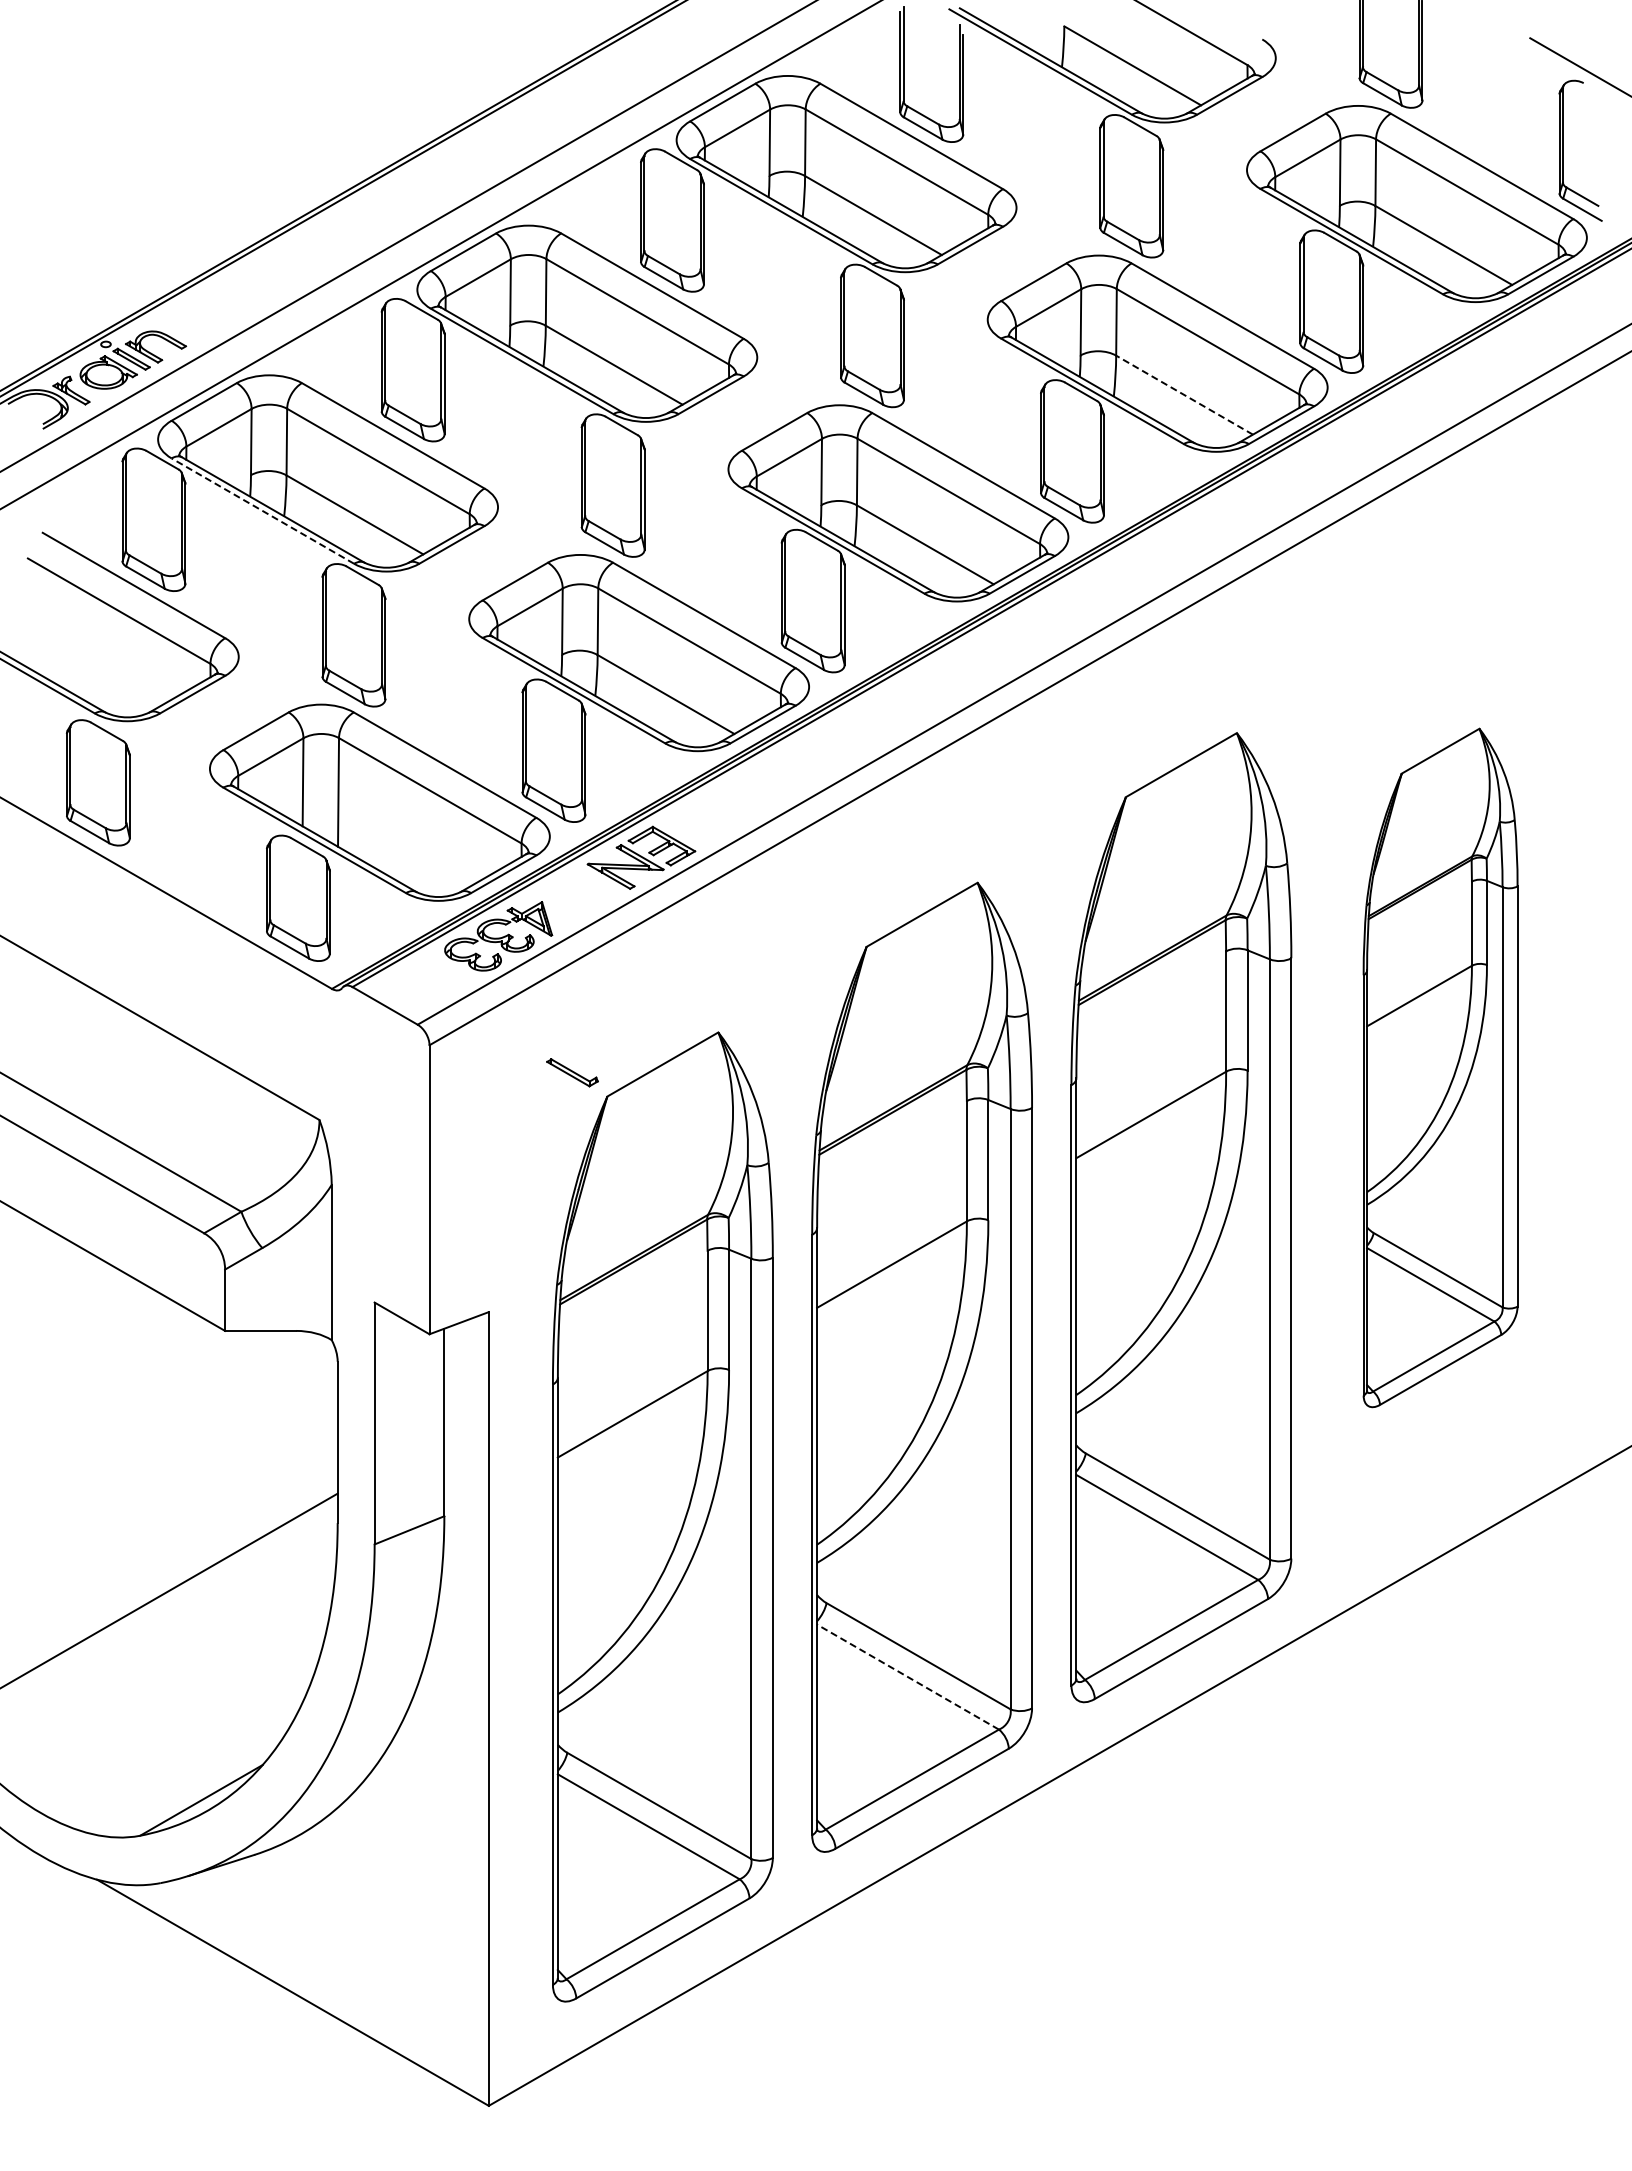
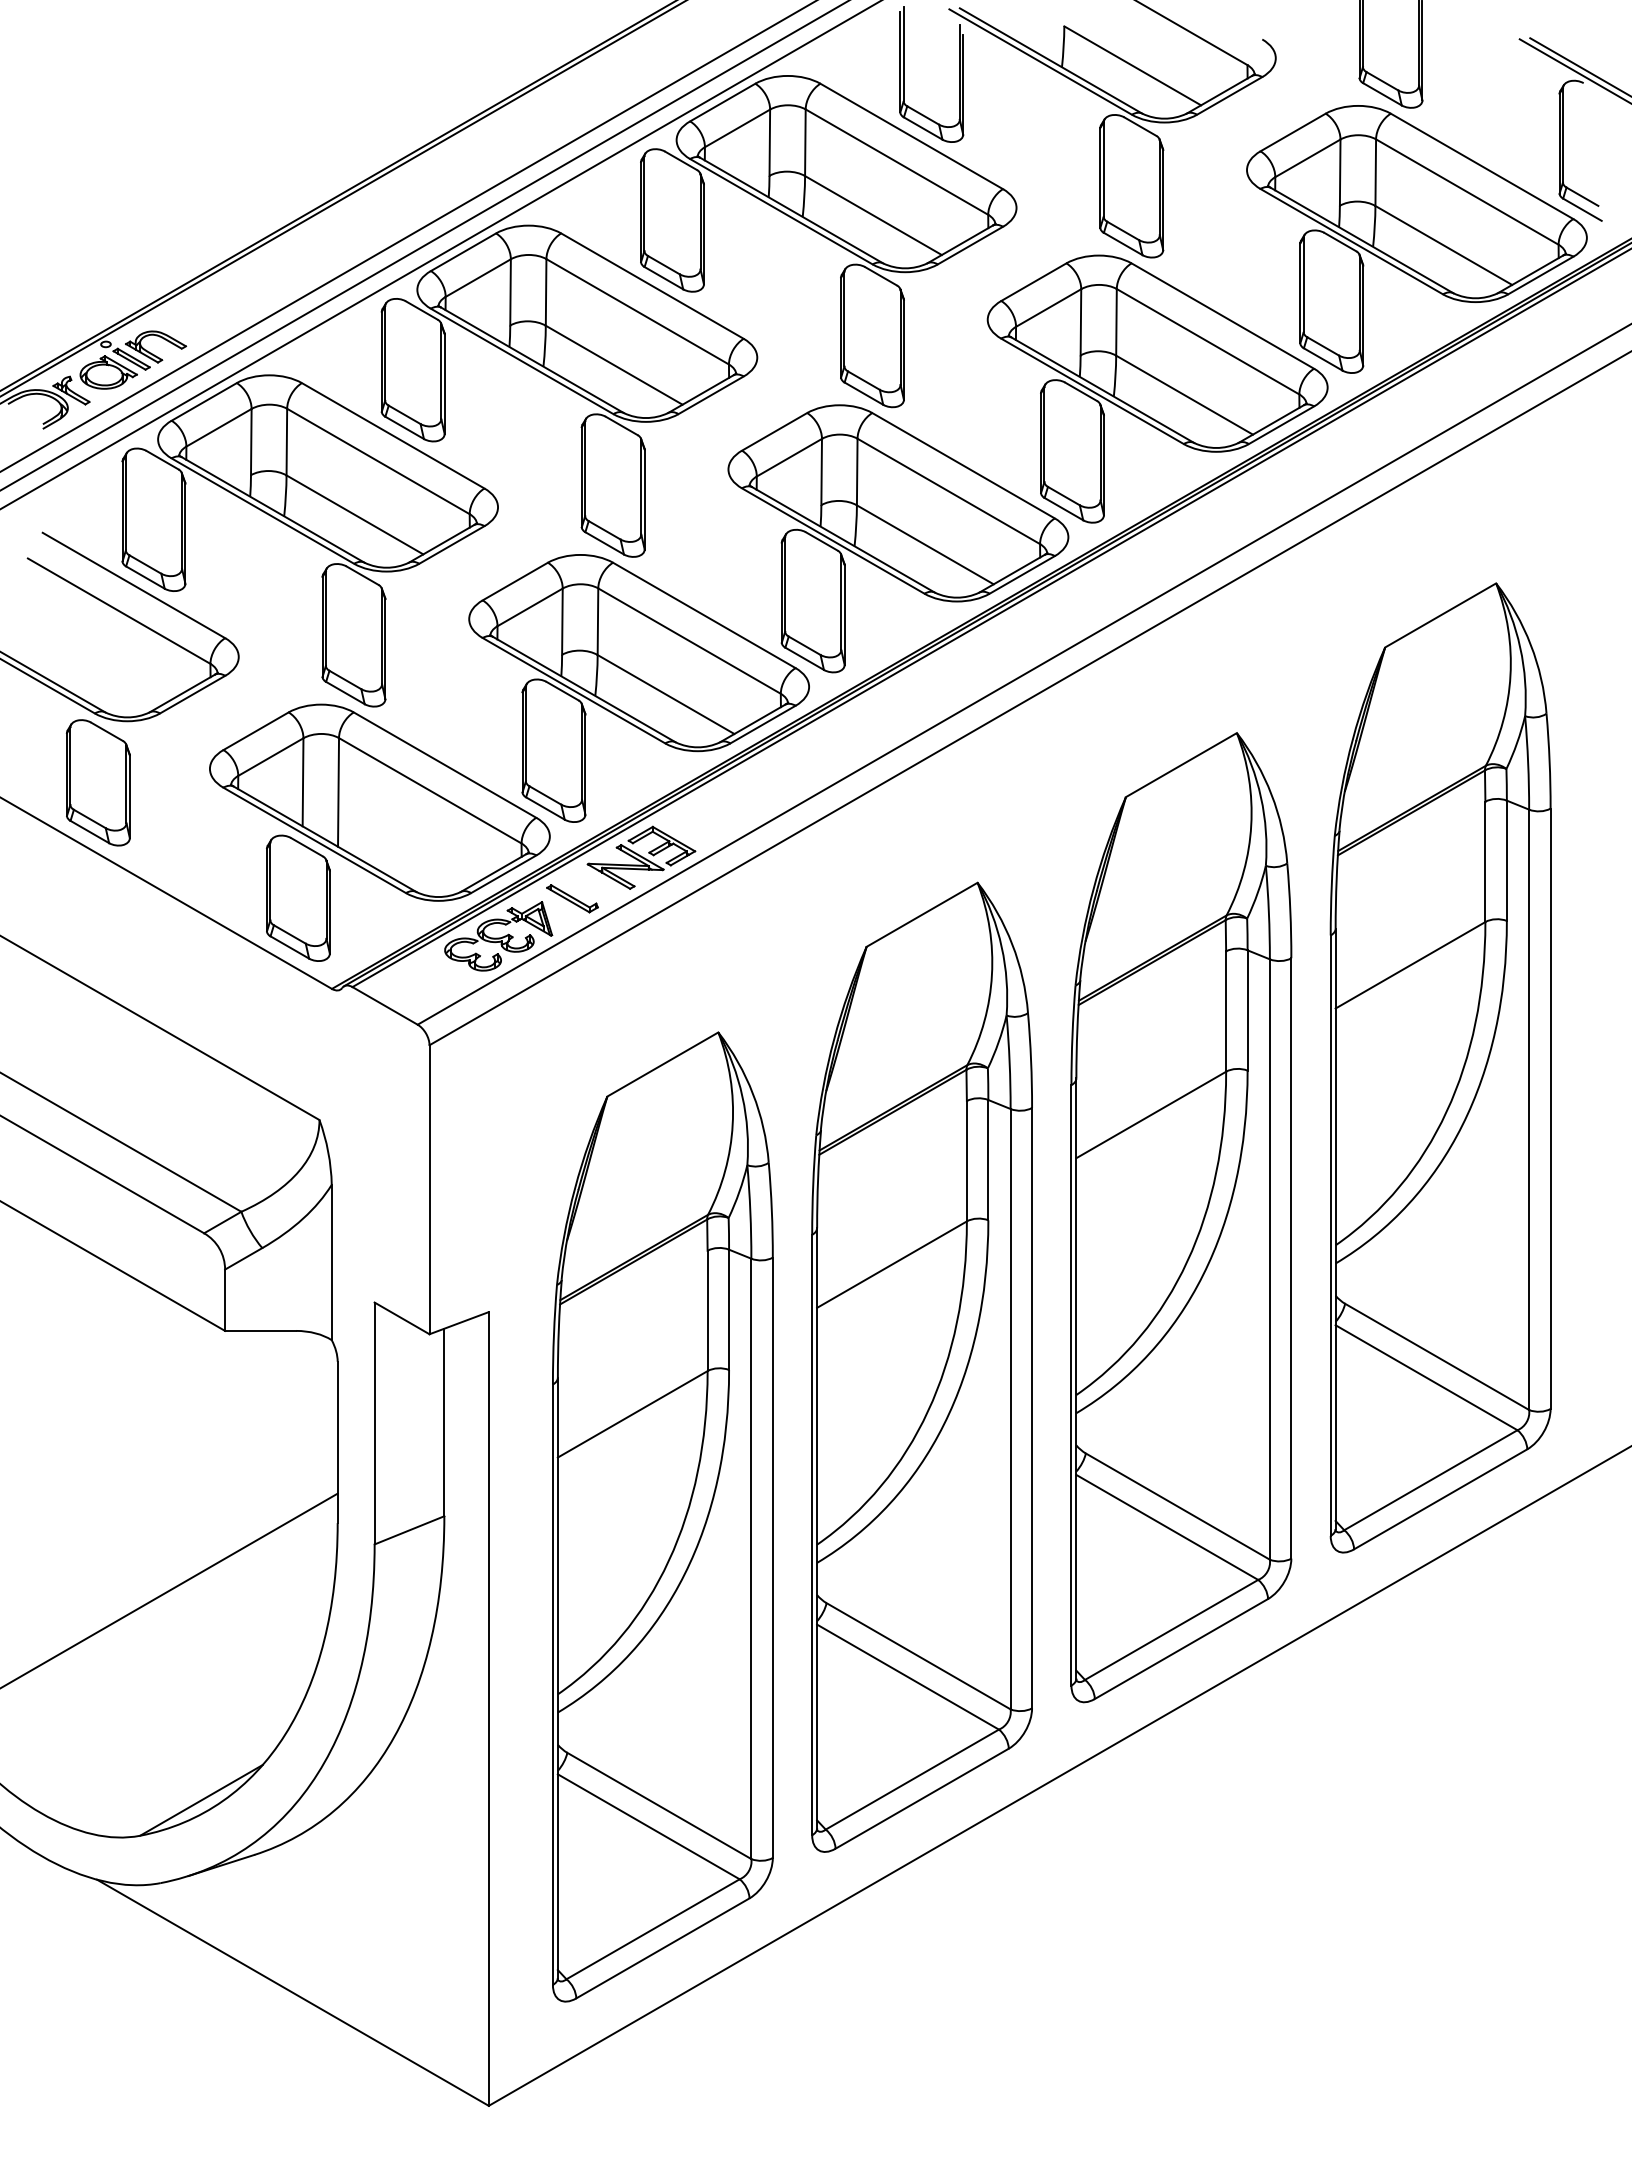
line at (1573, 70): none -> present
line at (424, 245): none -> present
line at (1184, 395): dashed -> solid
line at (262, 510): dashed -> solid
part at (1440, 1067) size: 157x682 px -> 223x972 px
part at (572, 1072) position: (572, 1072) -> (572, 898)
line at (908, 1677): dashed -> solid
